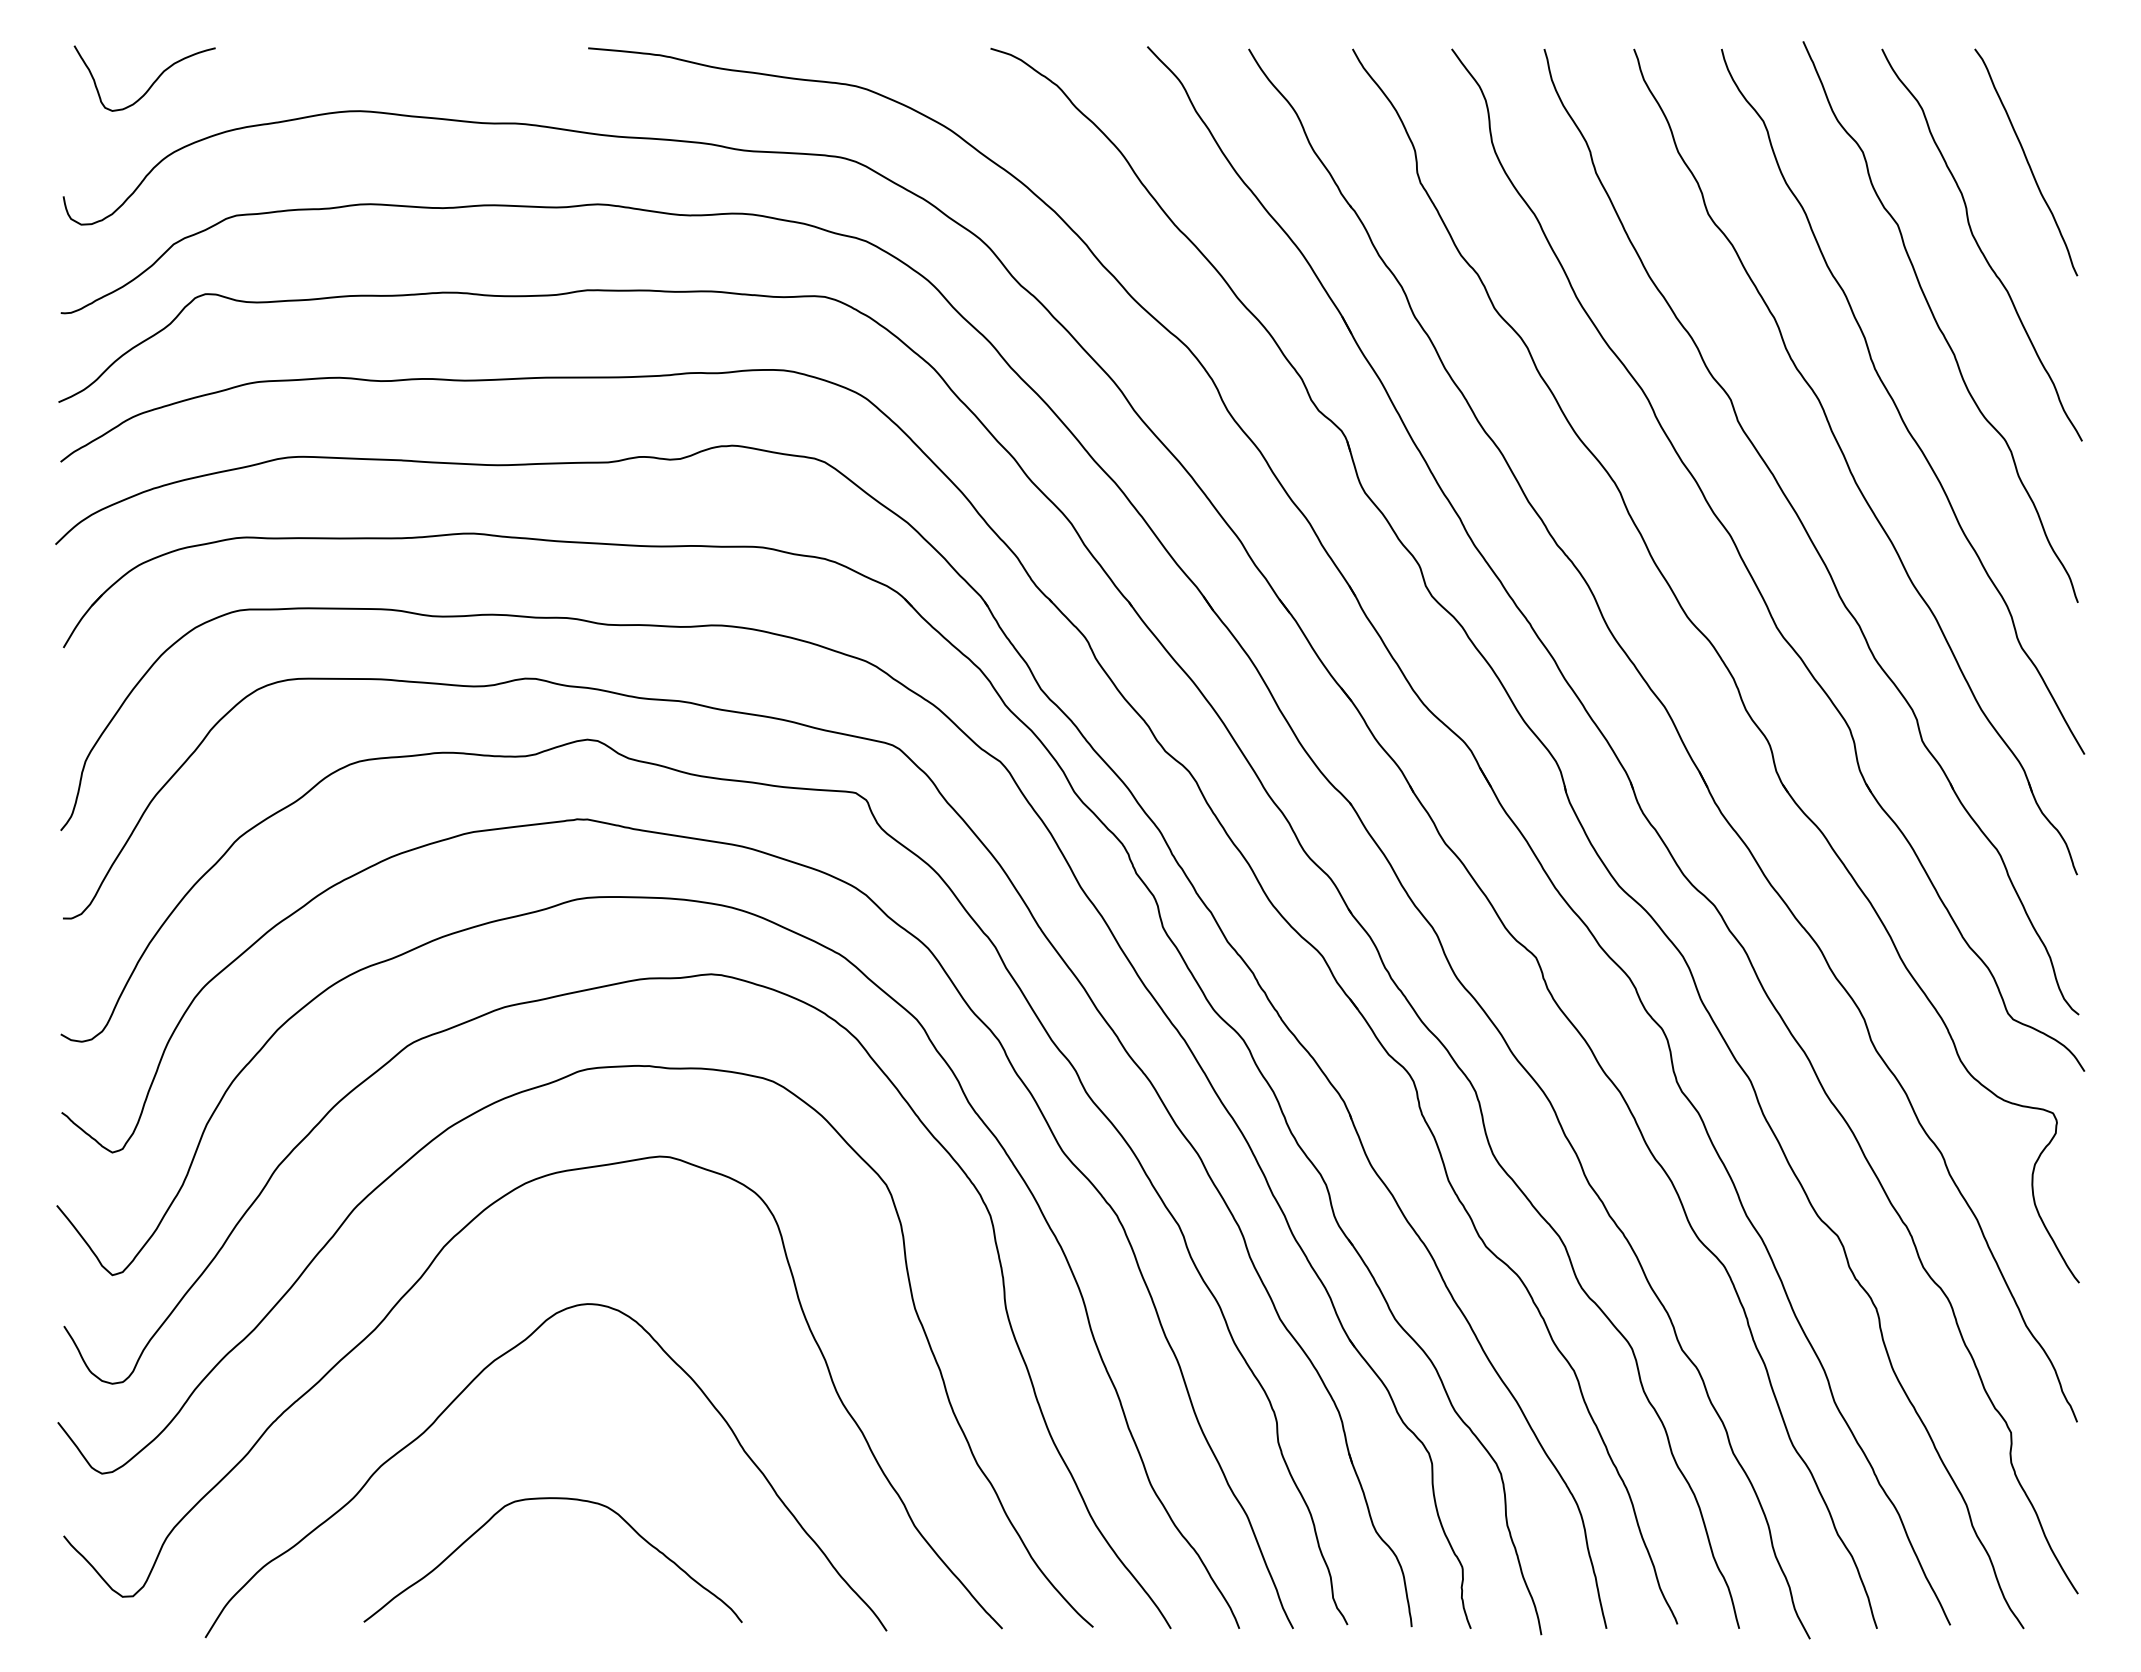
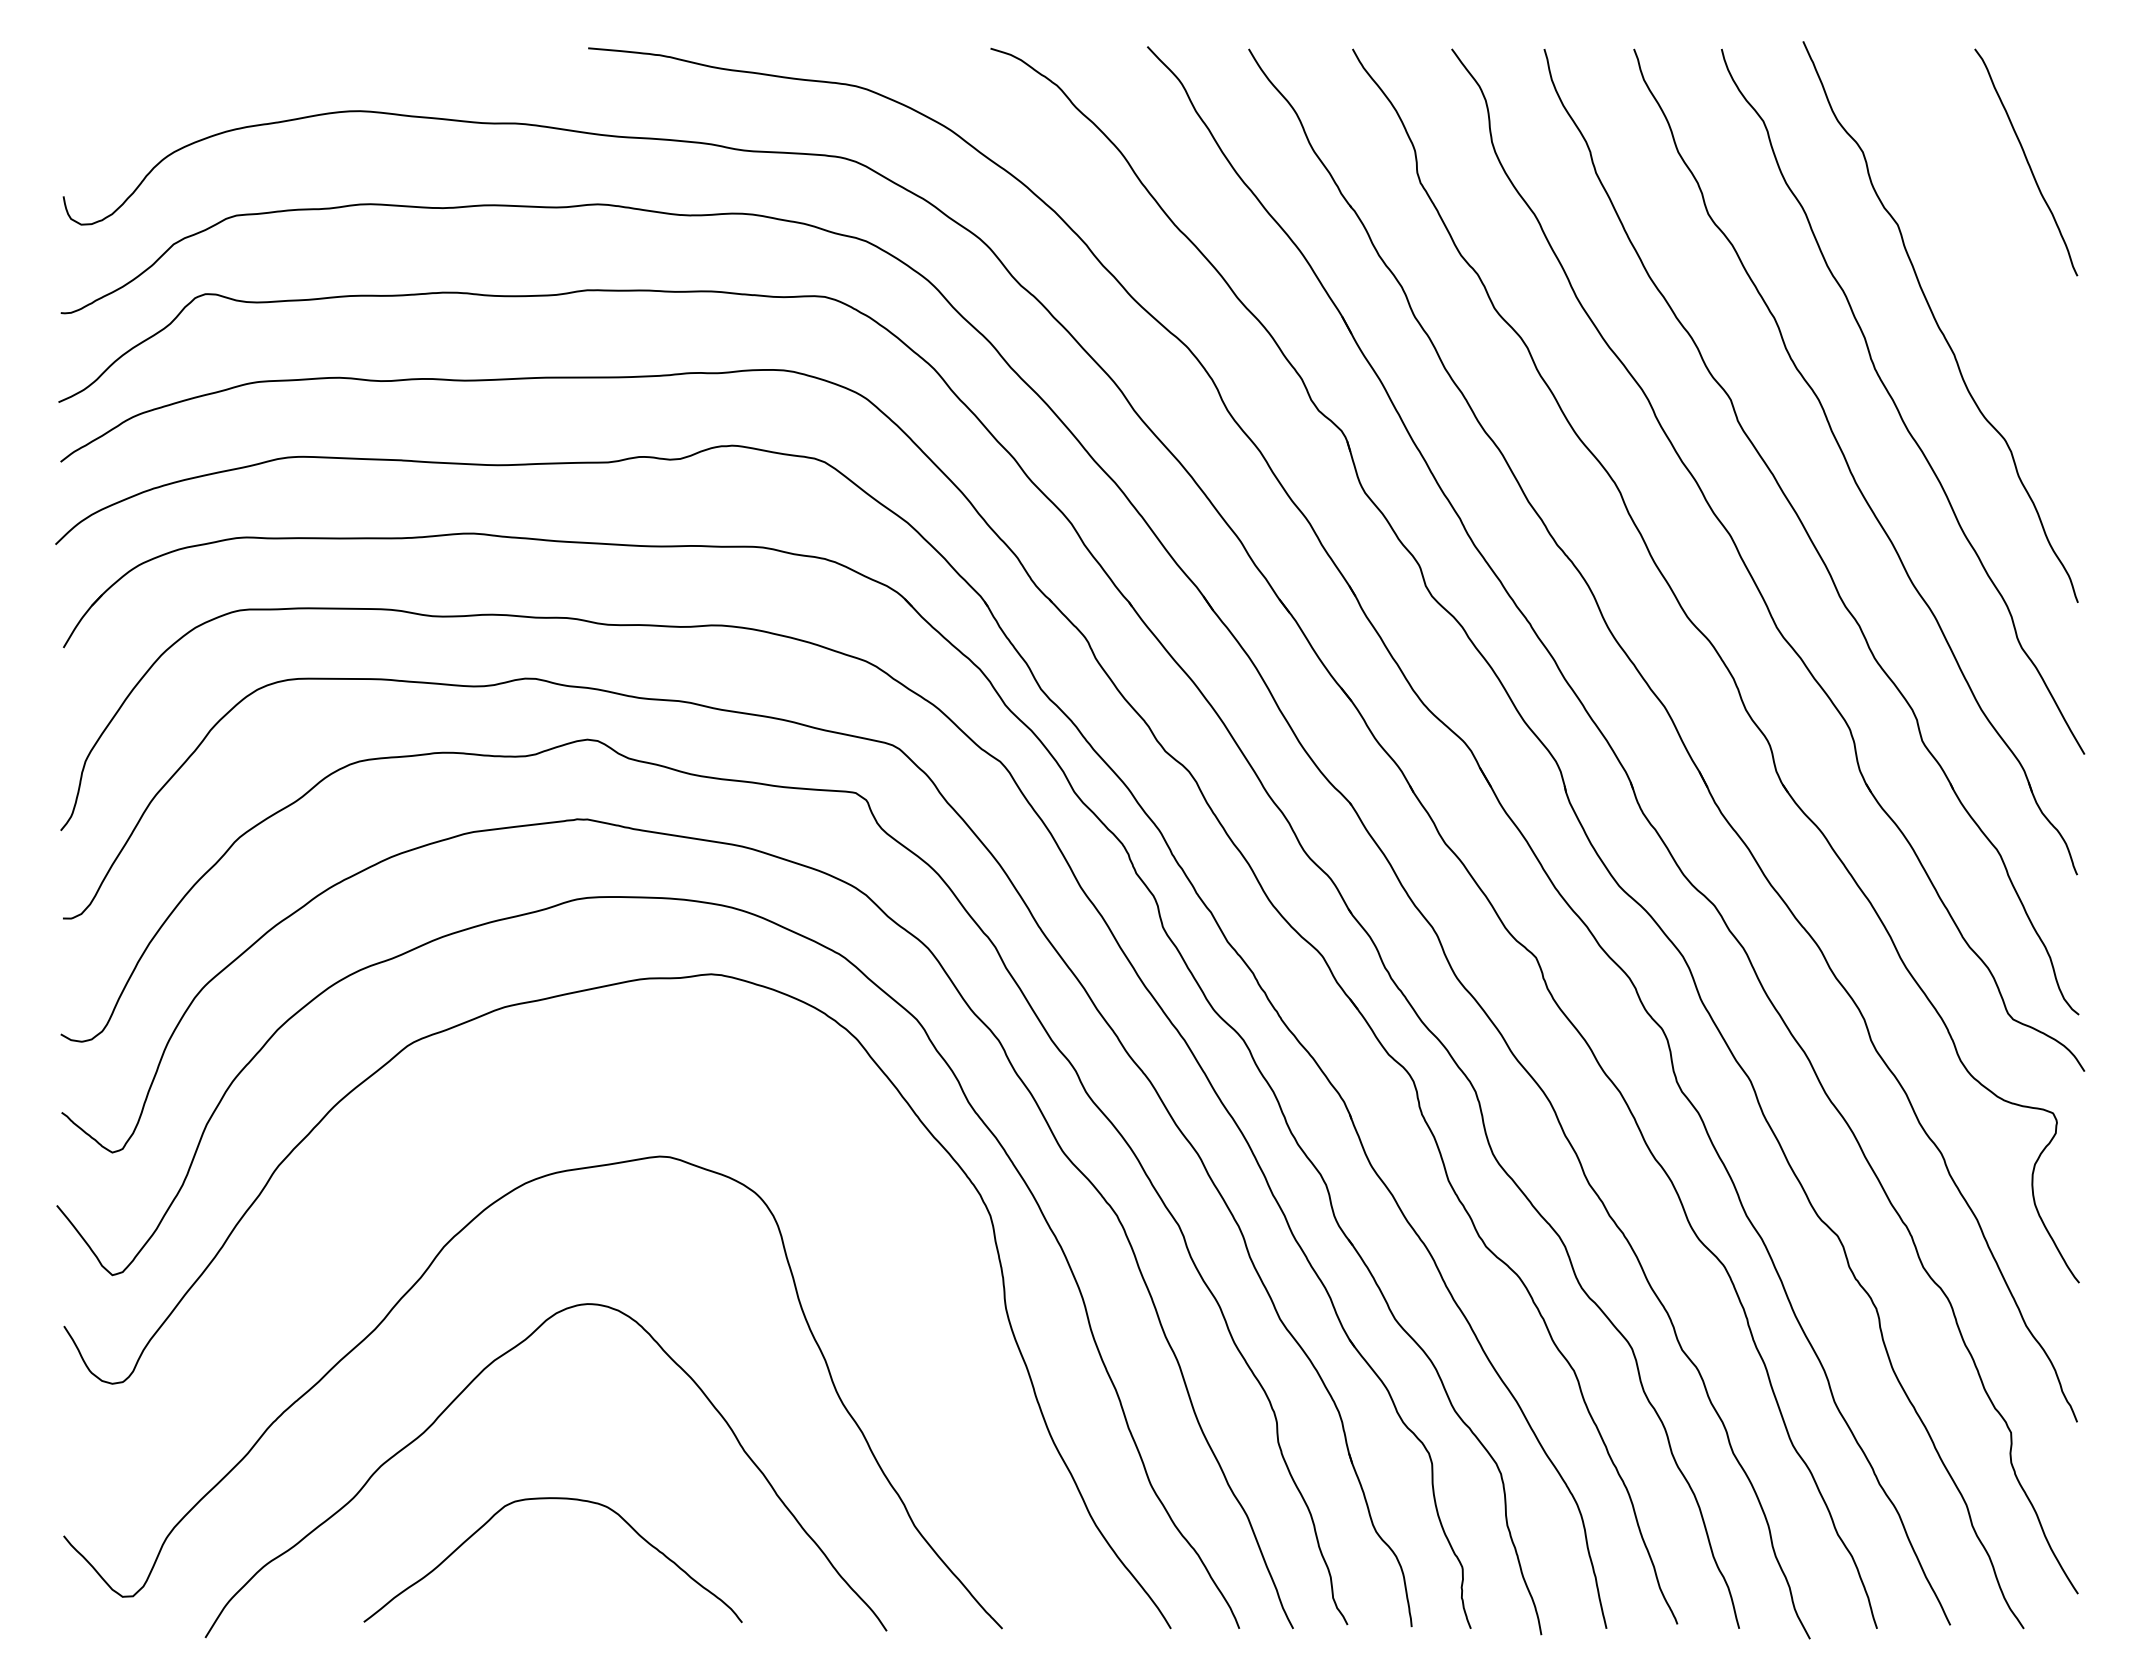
curve at (151, 84): present -> none
curve at (1979, 245): present -> none
curve at (412, 1158): present -> none
